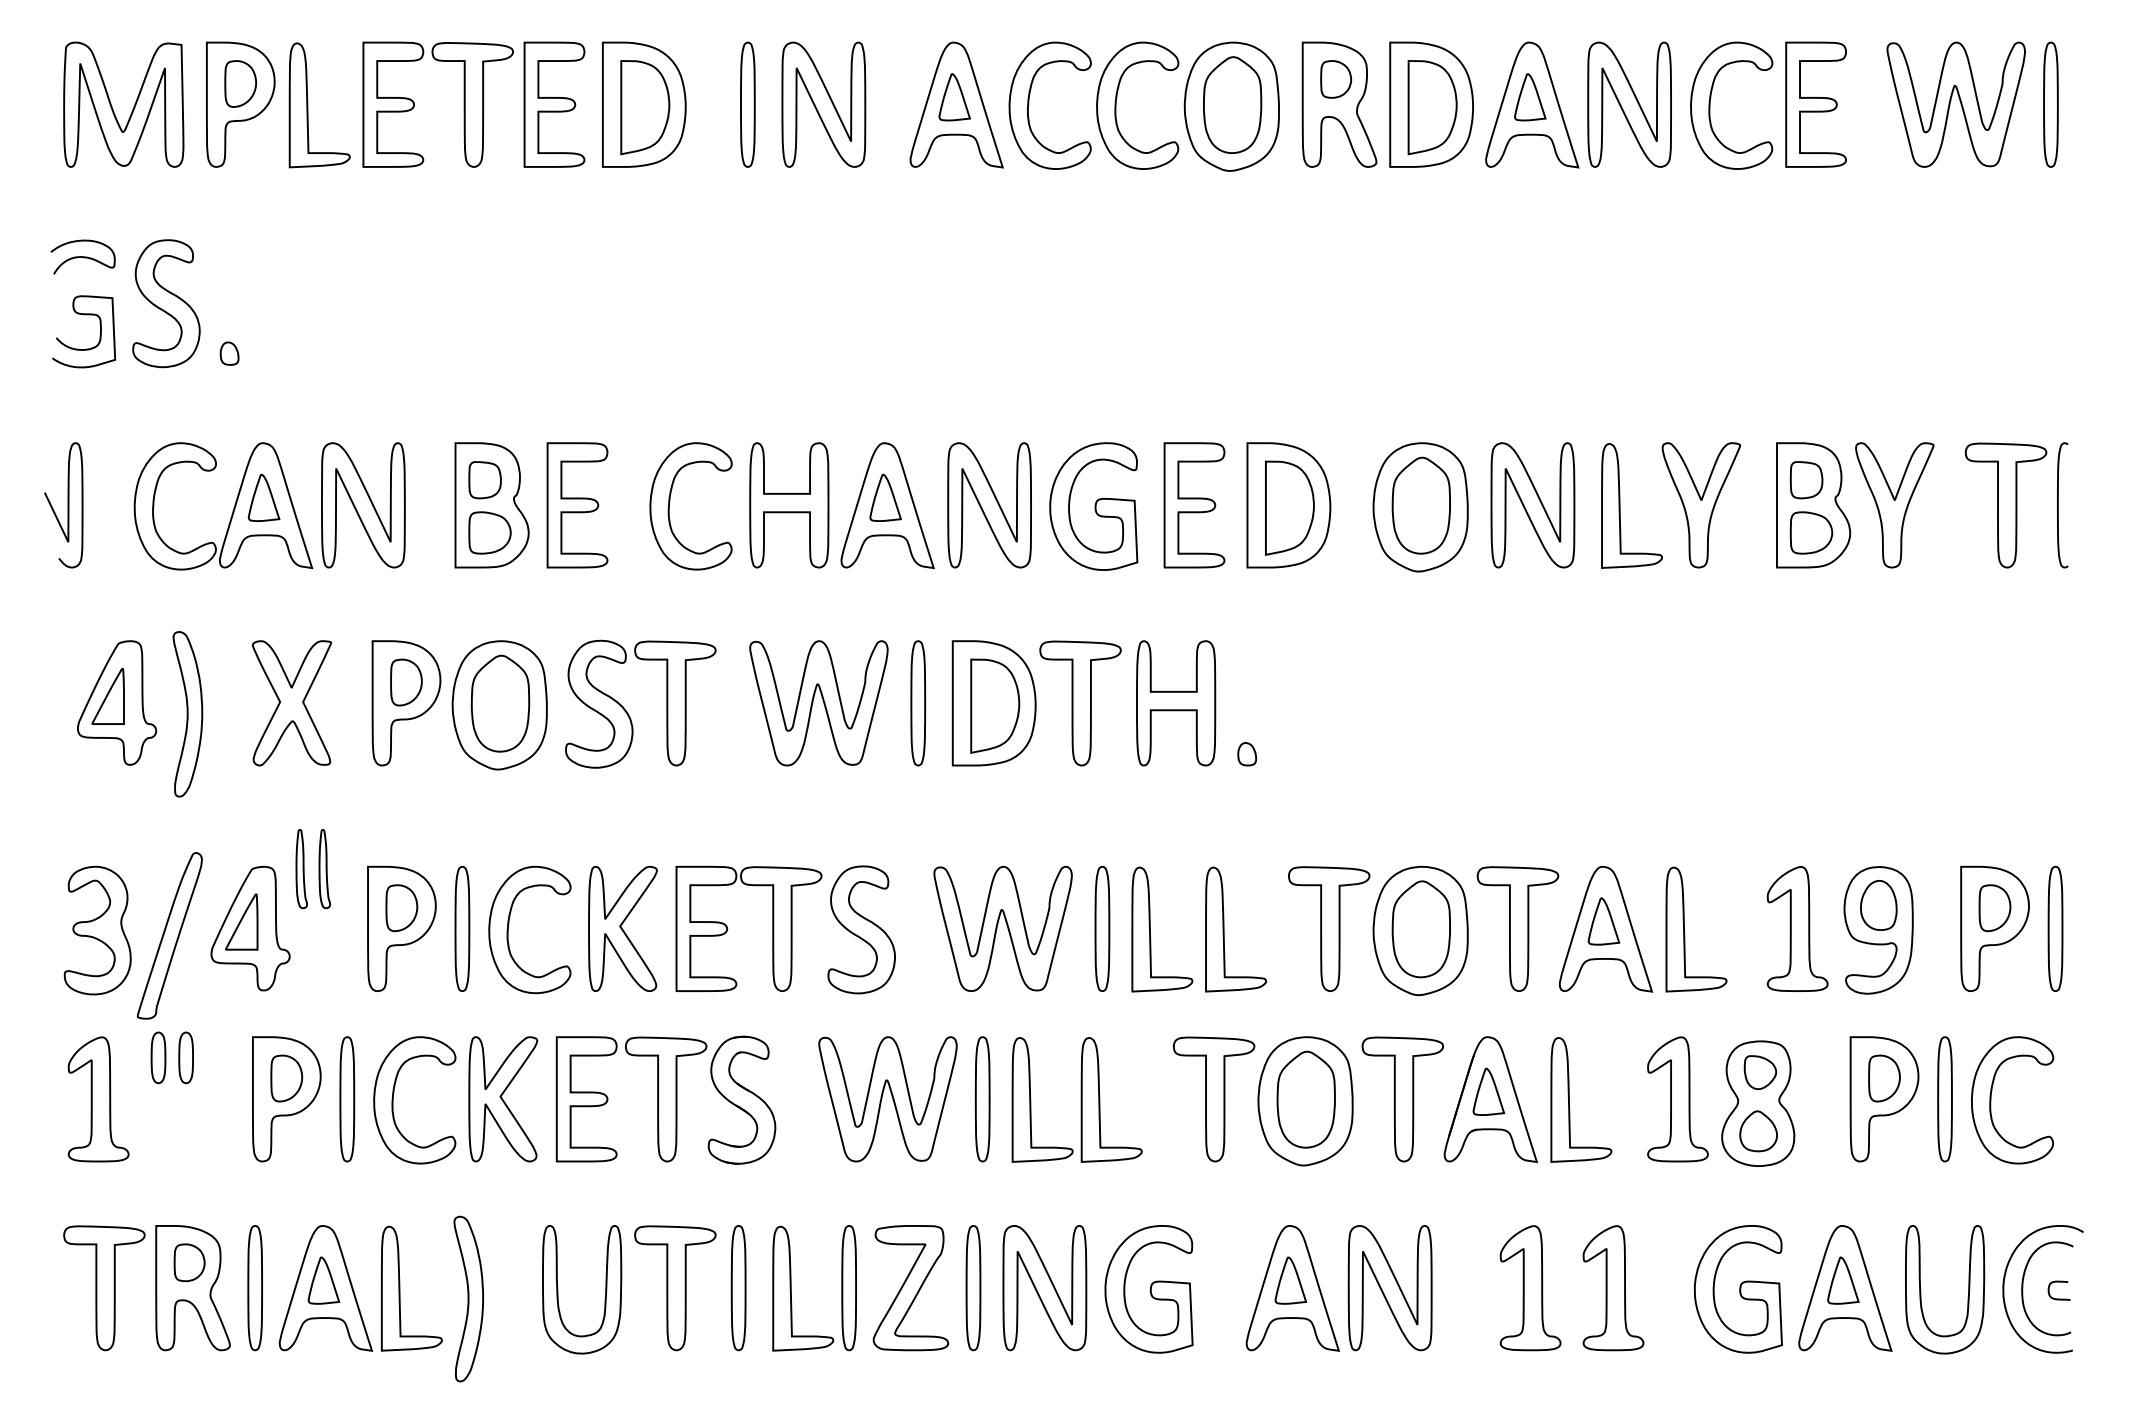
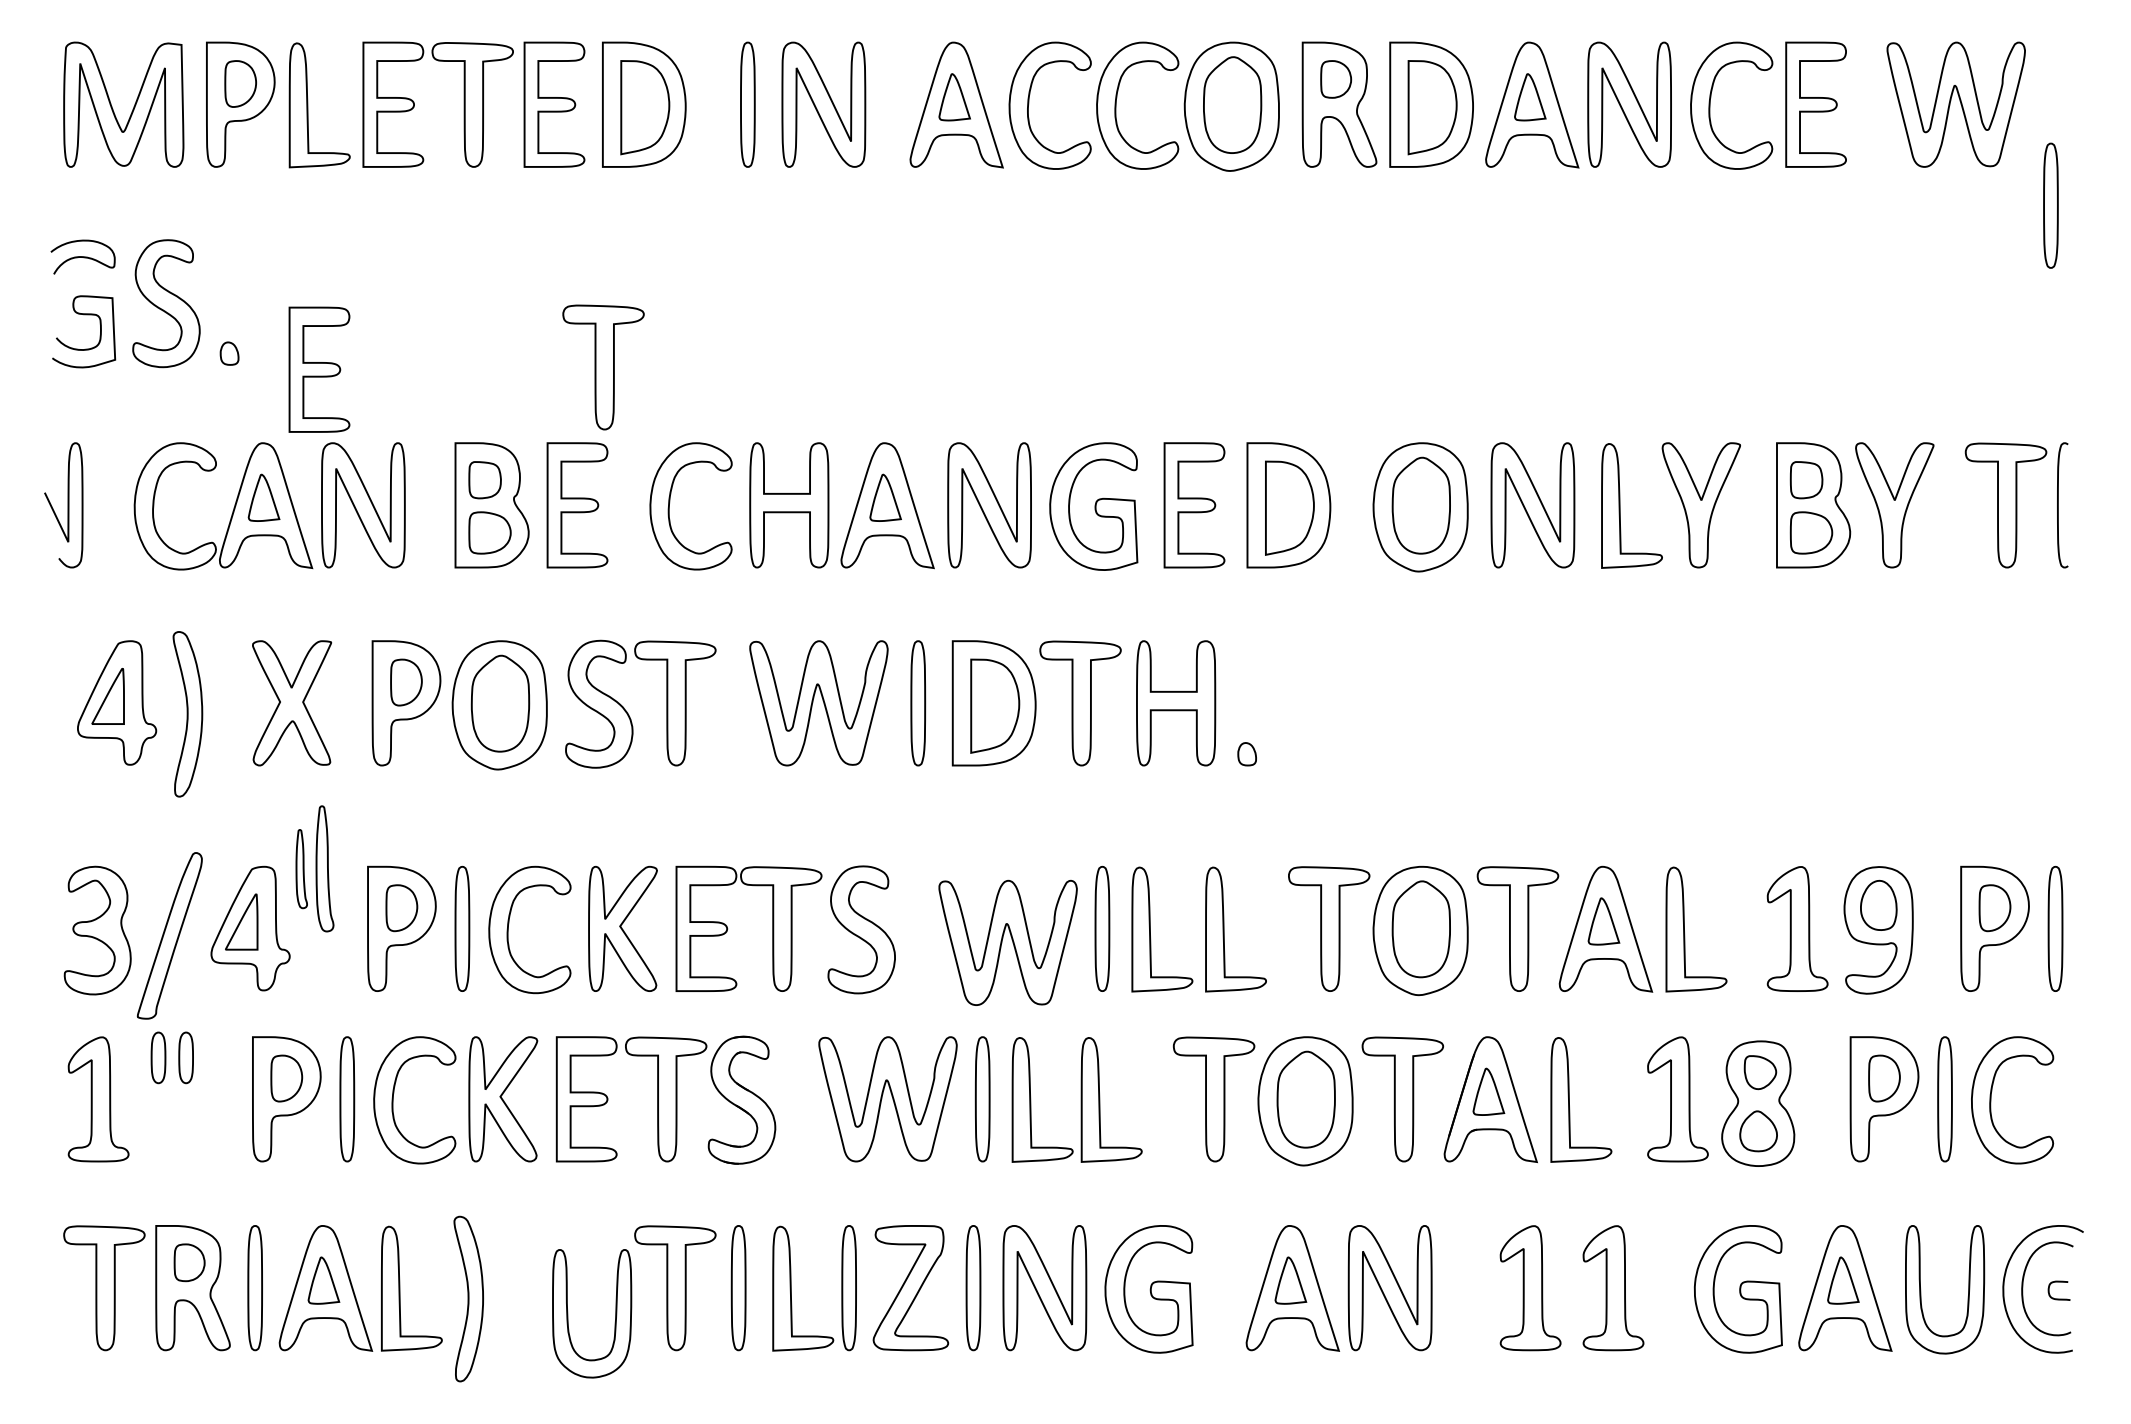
part at (2050, 104) position: (2050, 104) -> (2050, 205)
part at (603, 367): none -> present
part at (319, 369): none -> present
part at (324, 869) size: 13x81 px -> 20x128 px
part at (1002, 928) position: (1002, 928) -> (1007, 942)
part at (605, 1289) position: (605, 1289) -> (615, 1313)
